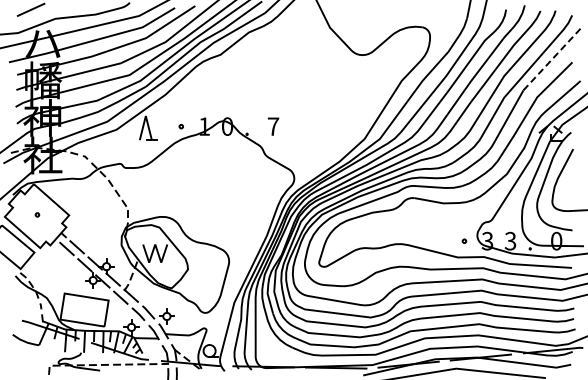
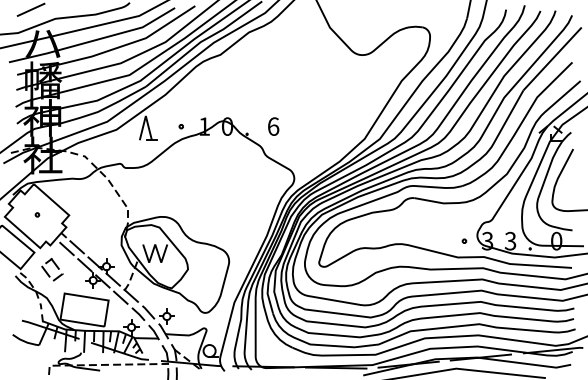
line at (552, 58): dashed -> solid
text at (273, 126): 7 -> 6
part at (52, 269): none -> present
